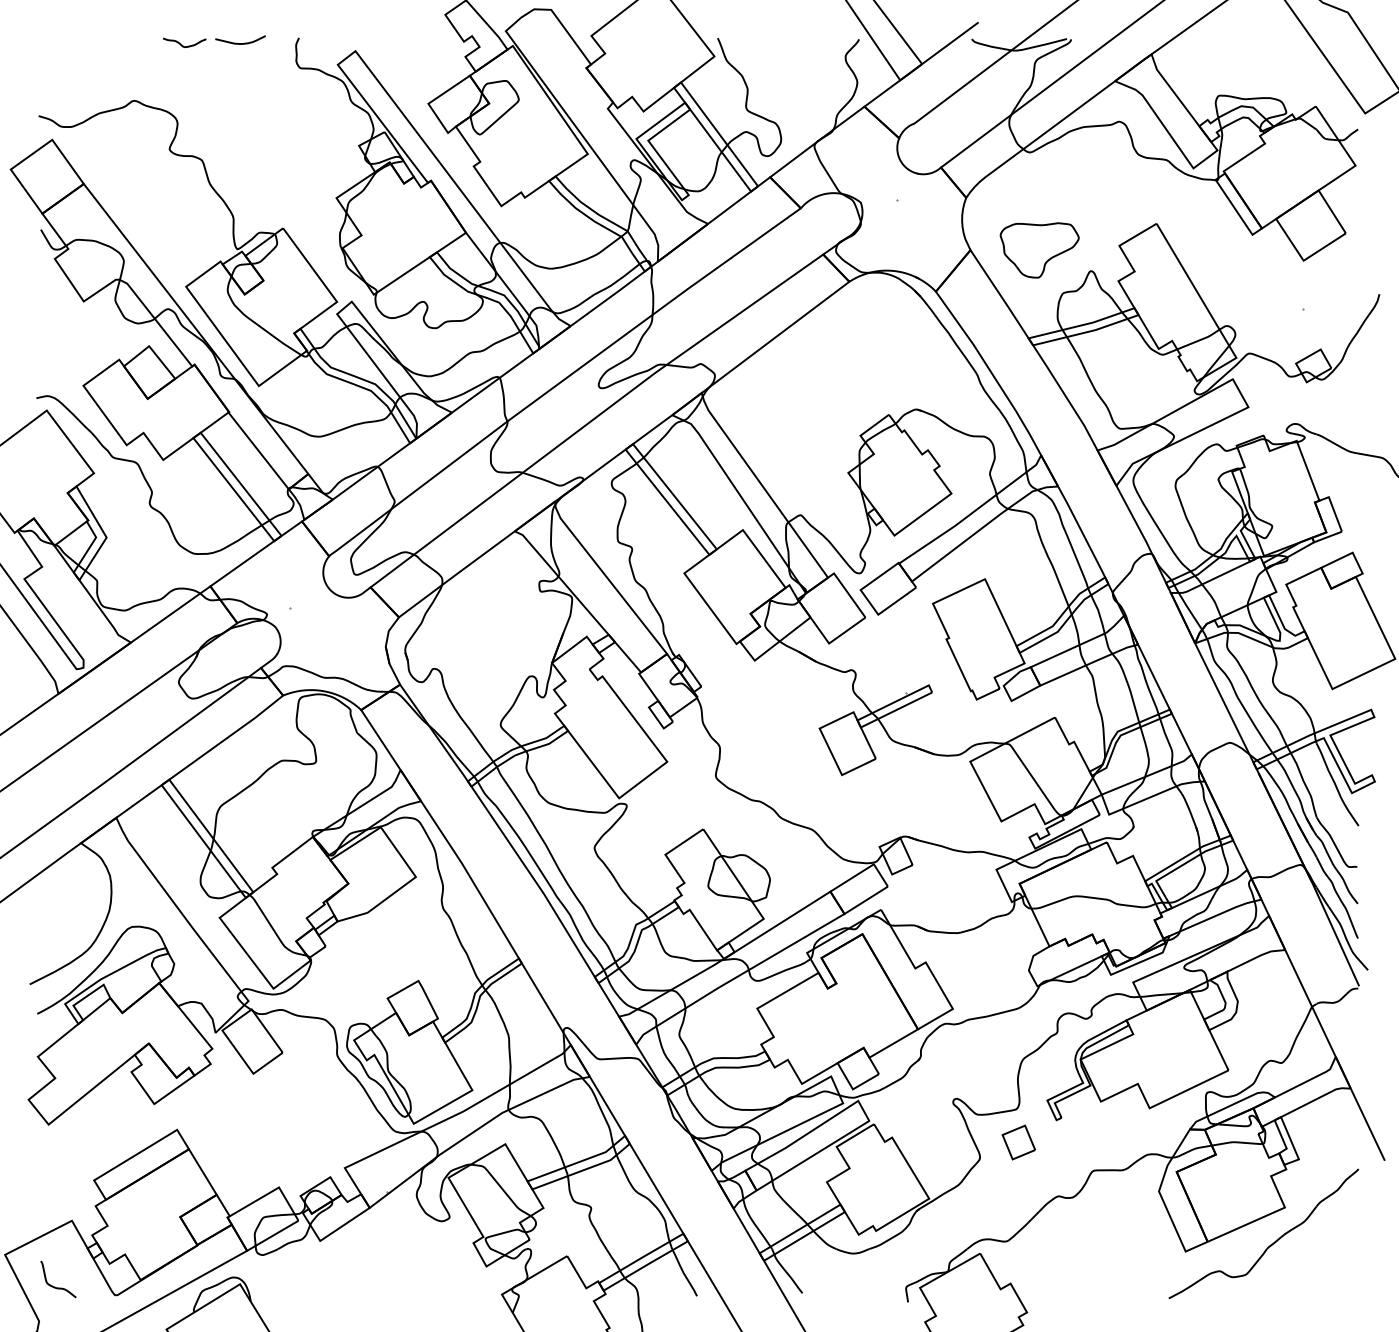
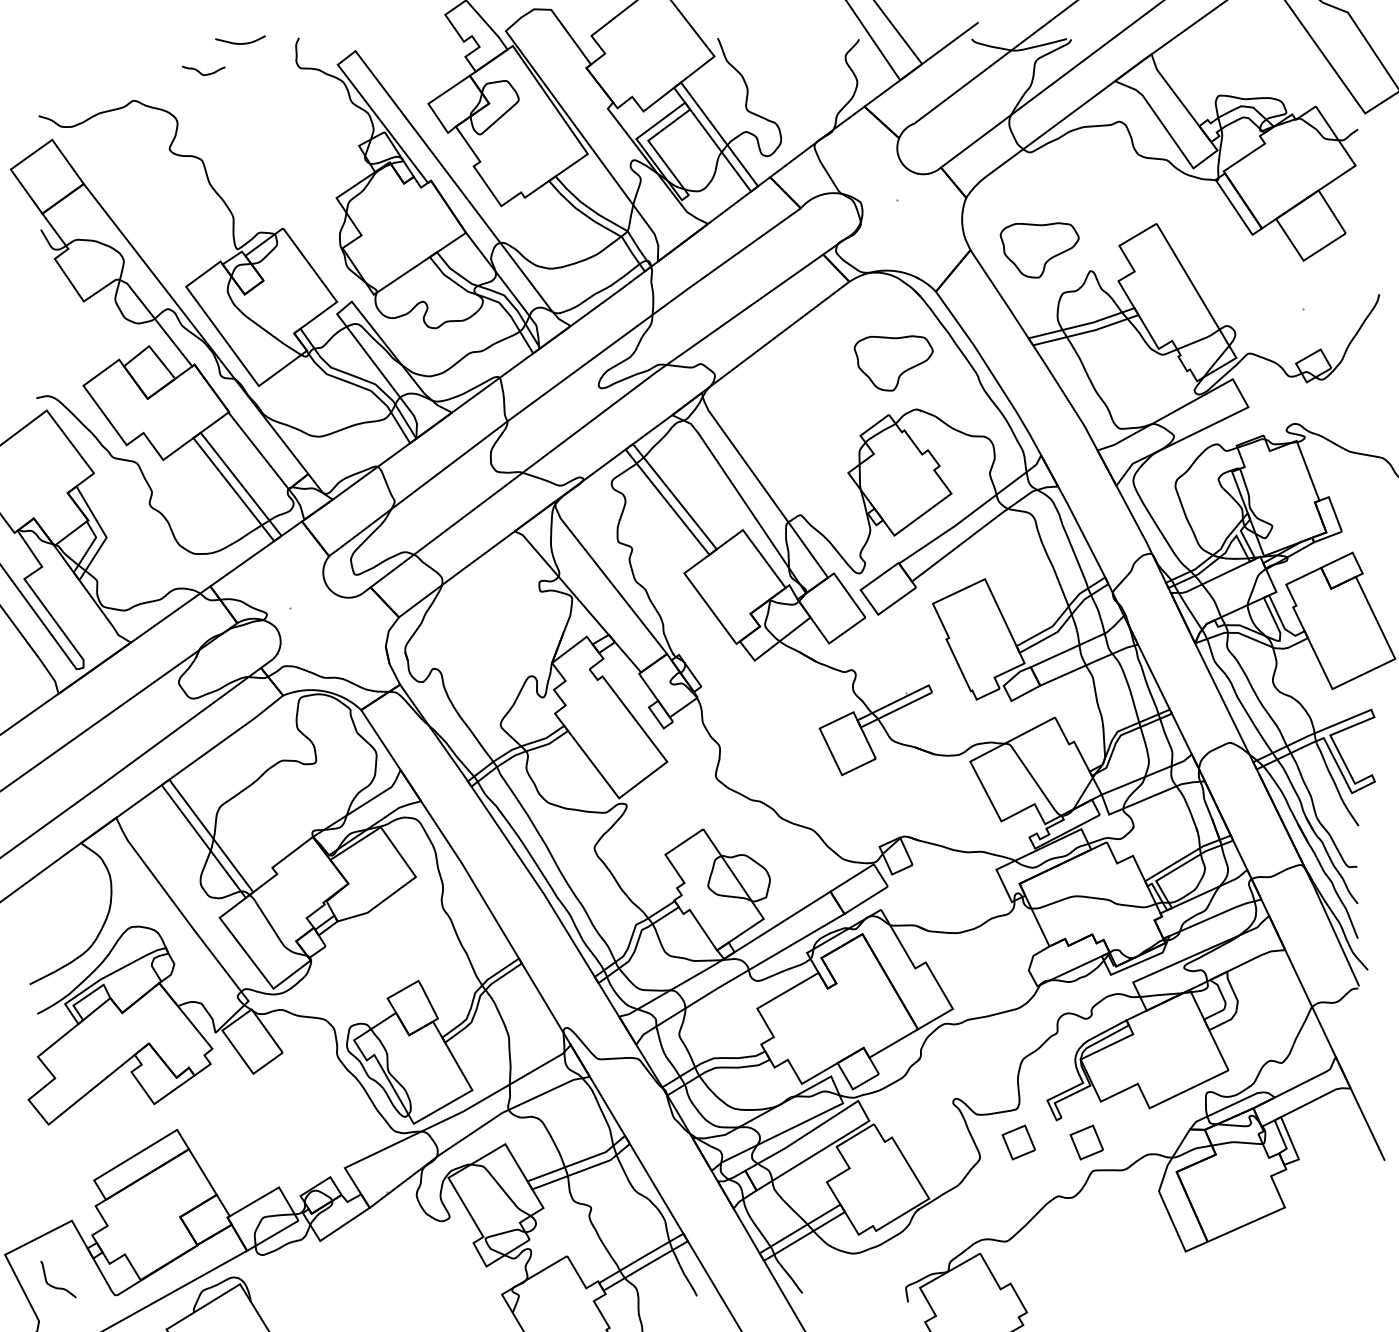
curve at (182, 44) position: (182, 44) -> (201, 72)
part at (893, 363): none -> present
part at (1086, 1142): none -> present
part at (1271, 1243): present -> none
